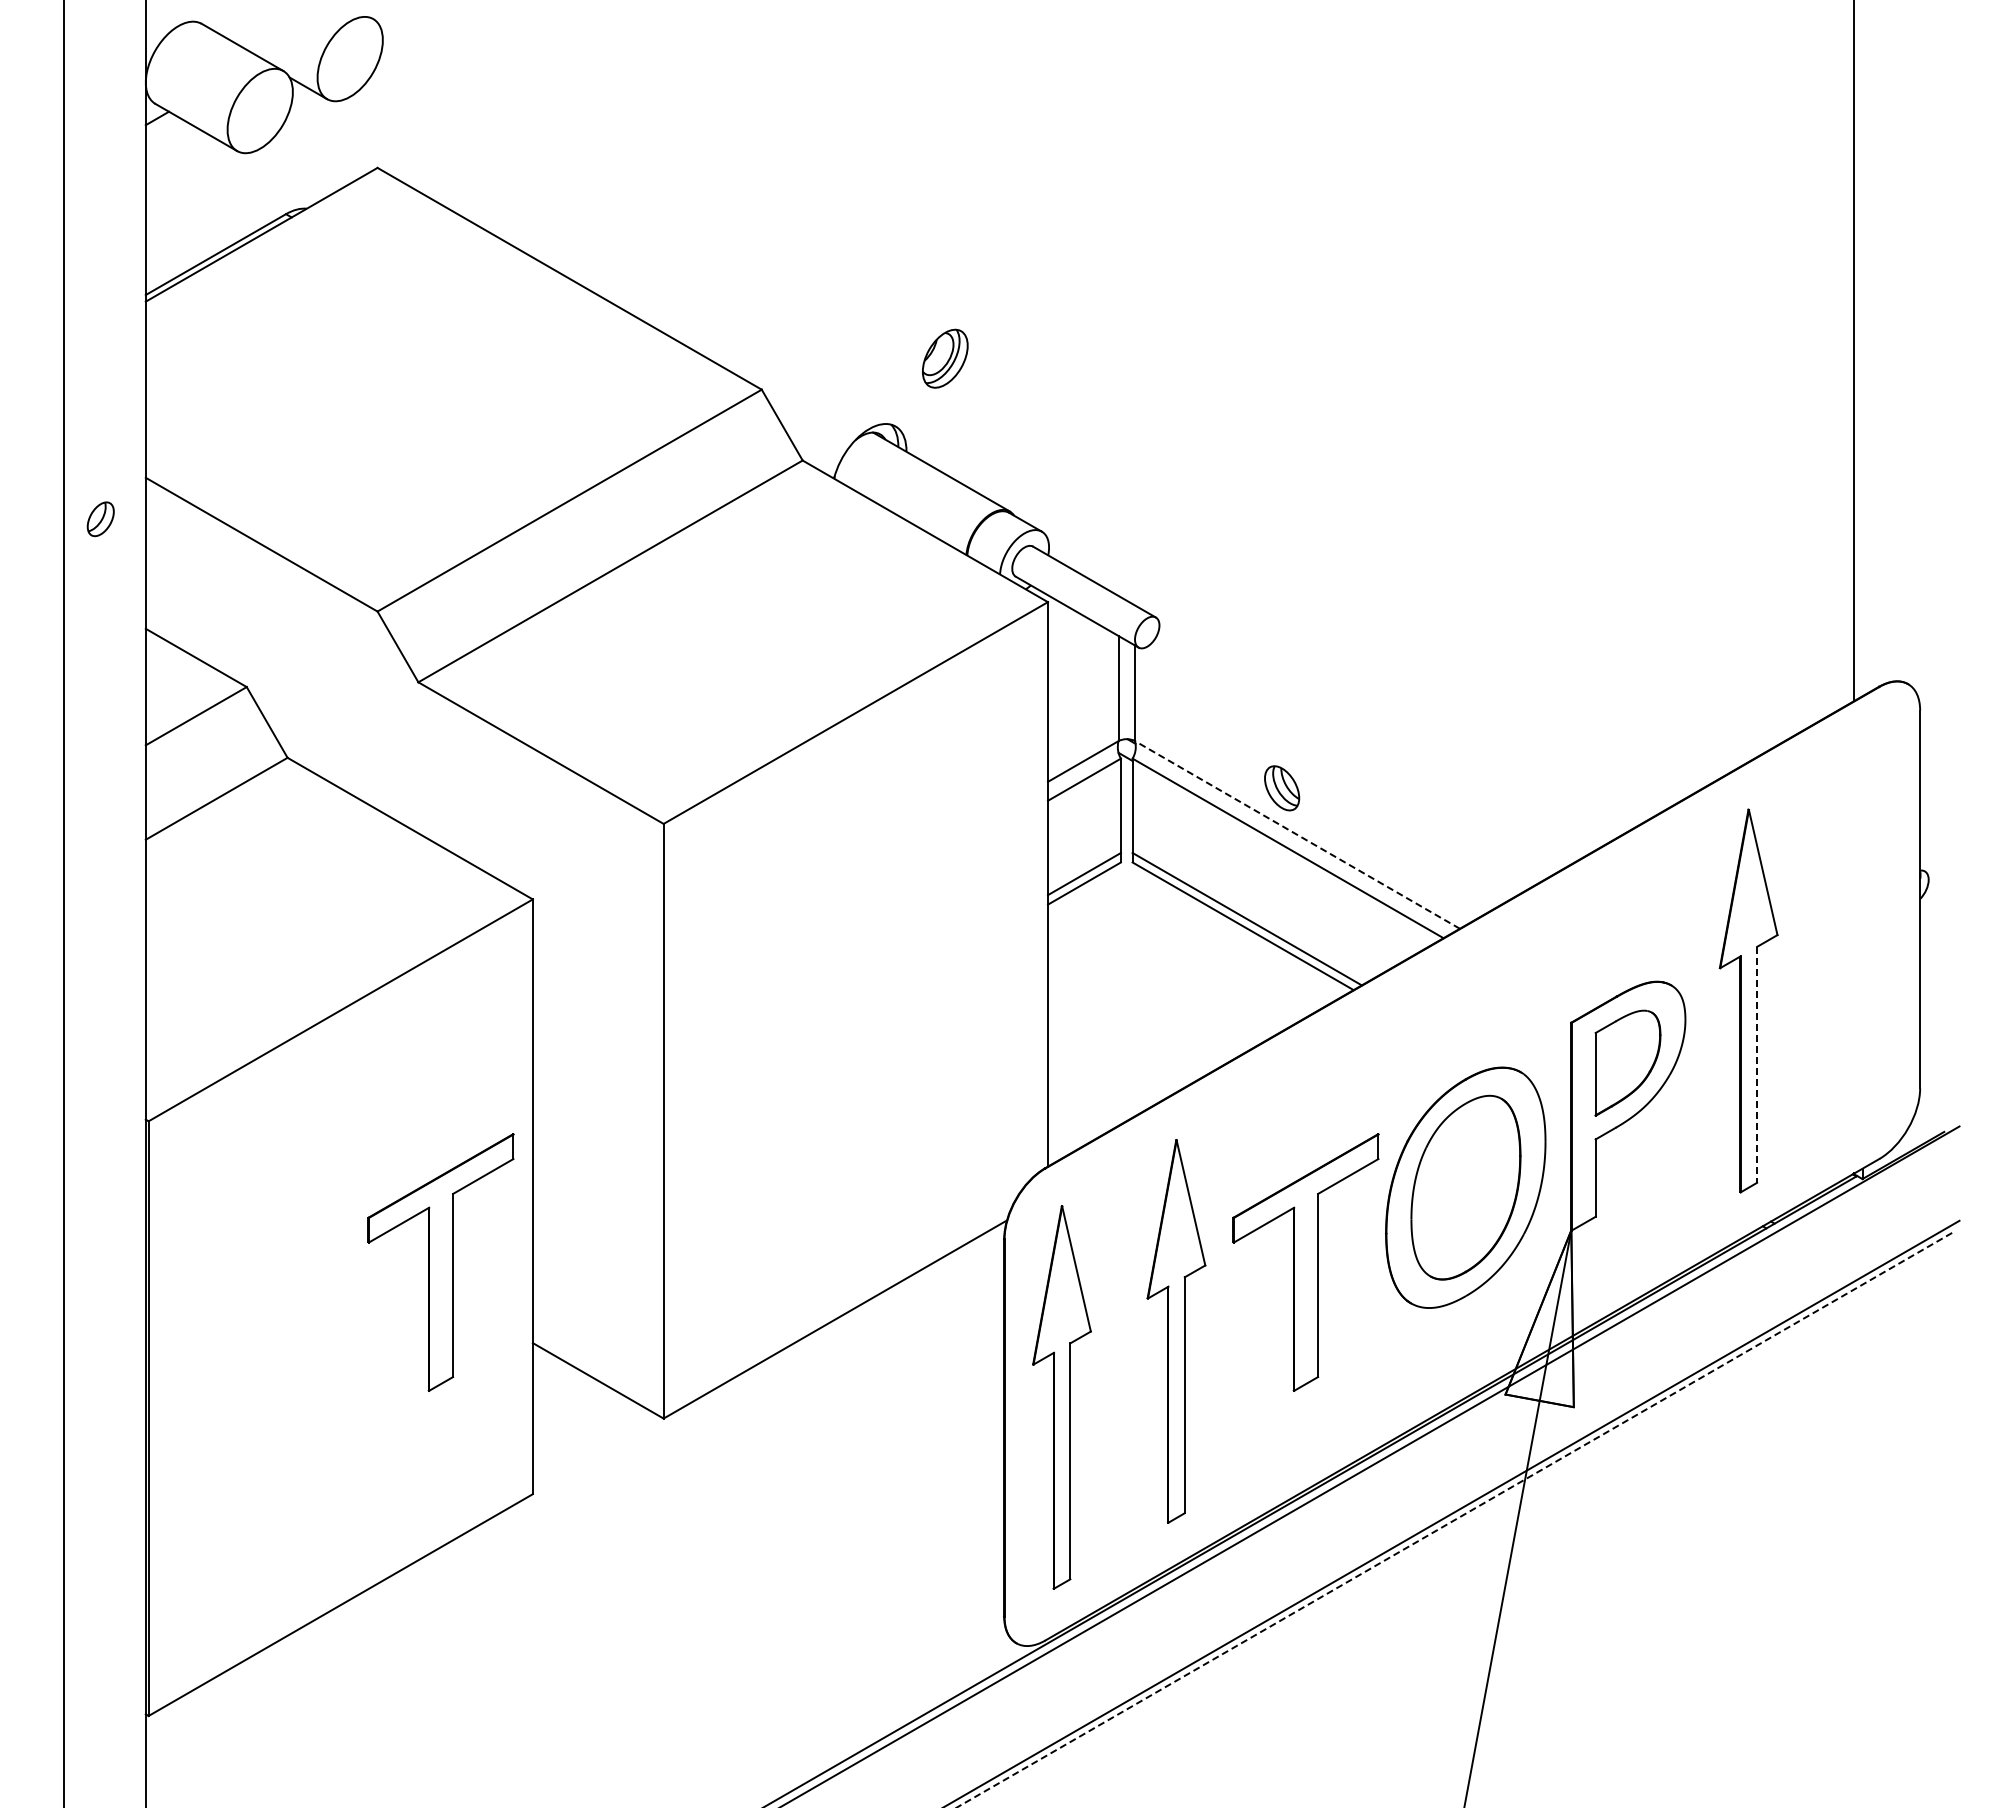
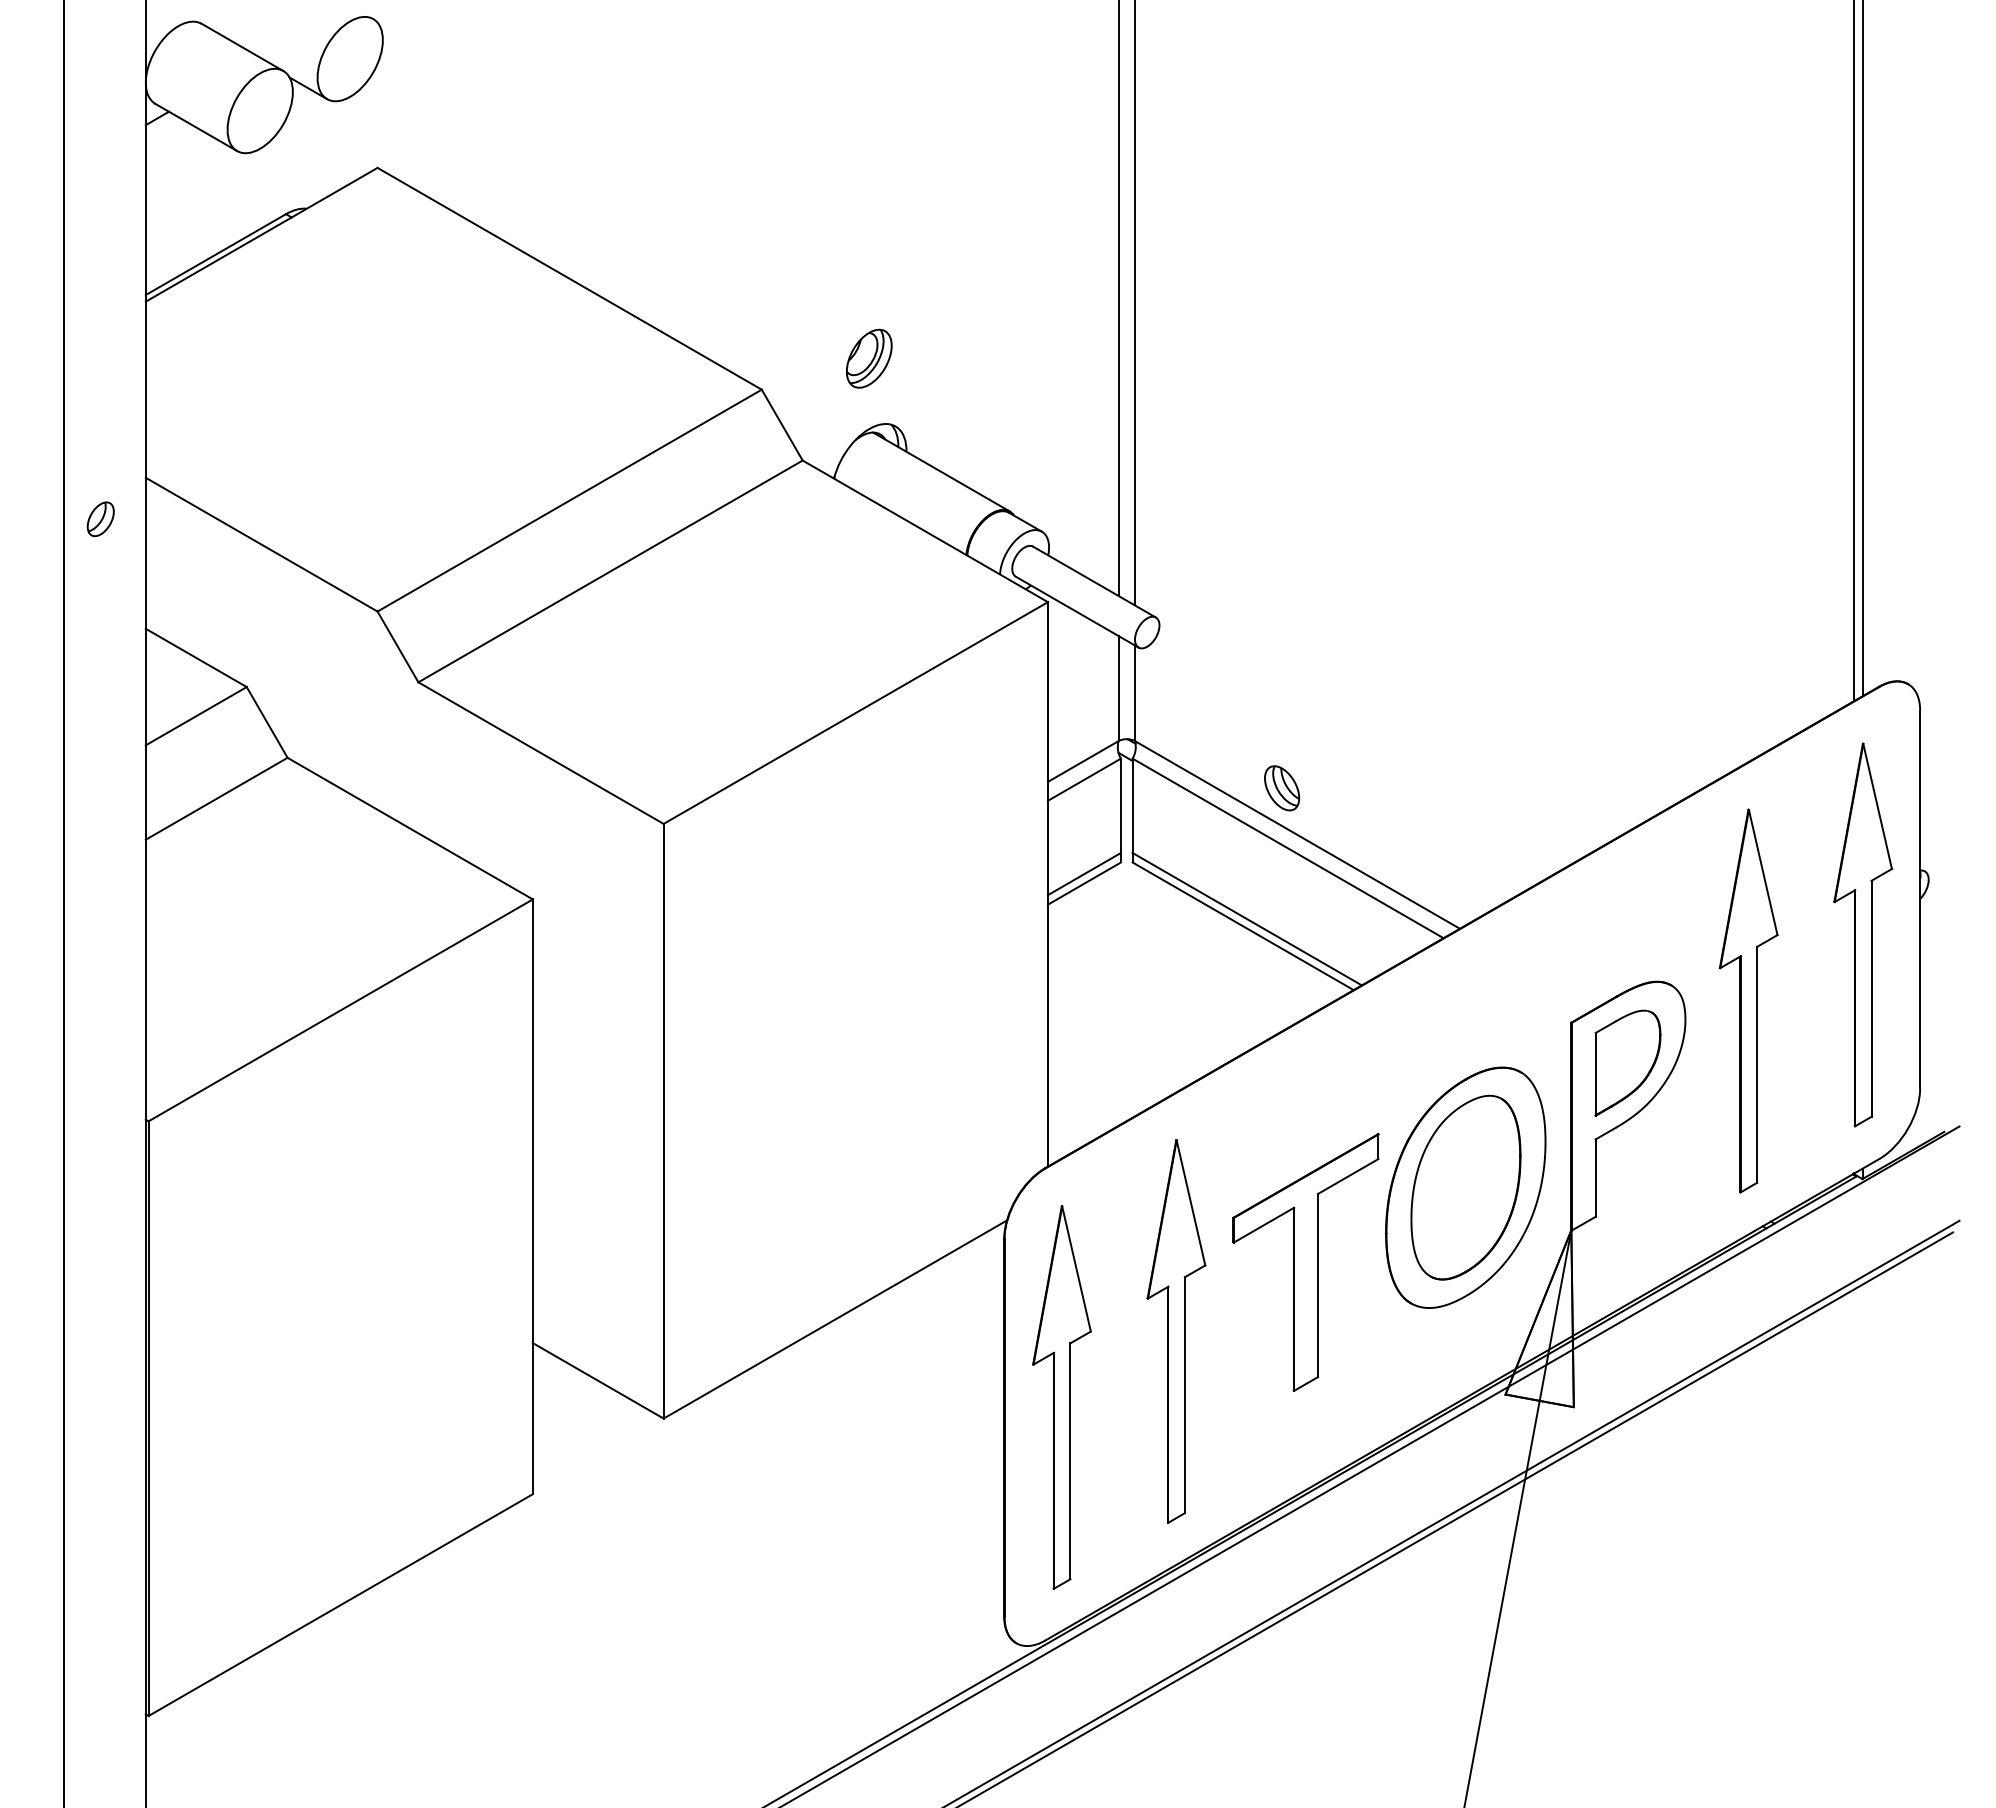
line at (1118, 299): none -> present
line at (1134, 303): none -> present
line at (1862, 349): none -> present
part at (945, 358) position: (945, 358) -> (869, 358)
line at (1297, 834): dashed -> solid
part at (1862, 934): none -> present
line at (1757, 1064): dashed -> solid
part at (440, 1262): present -> none
line at (1455, 1519): dashed -> solid
